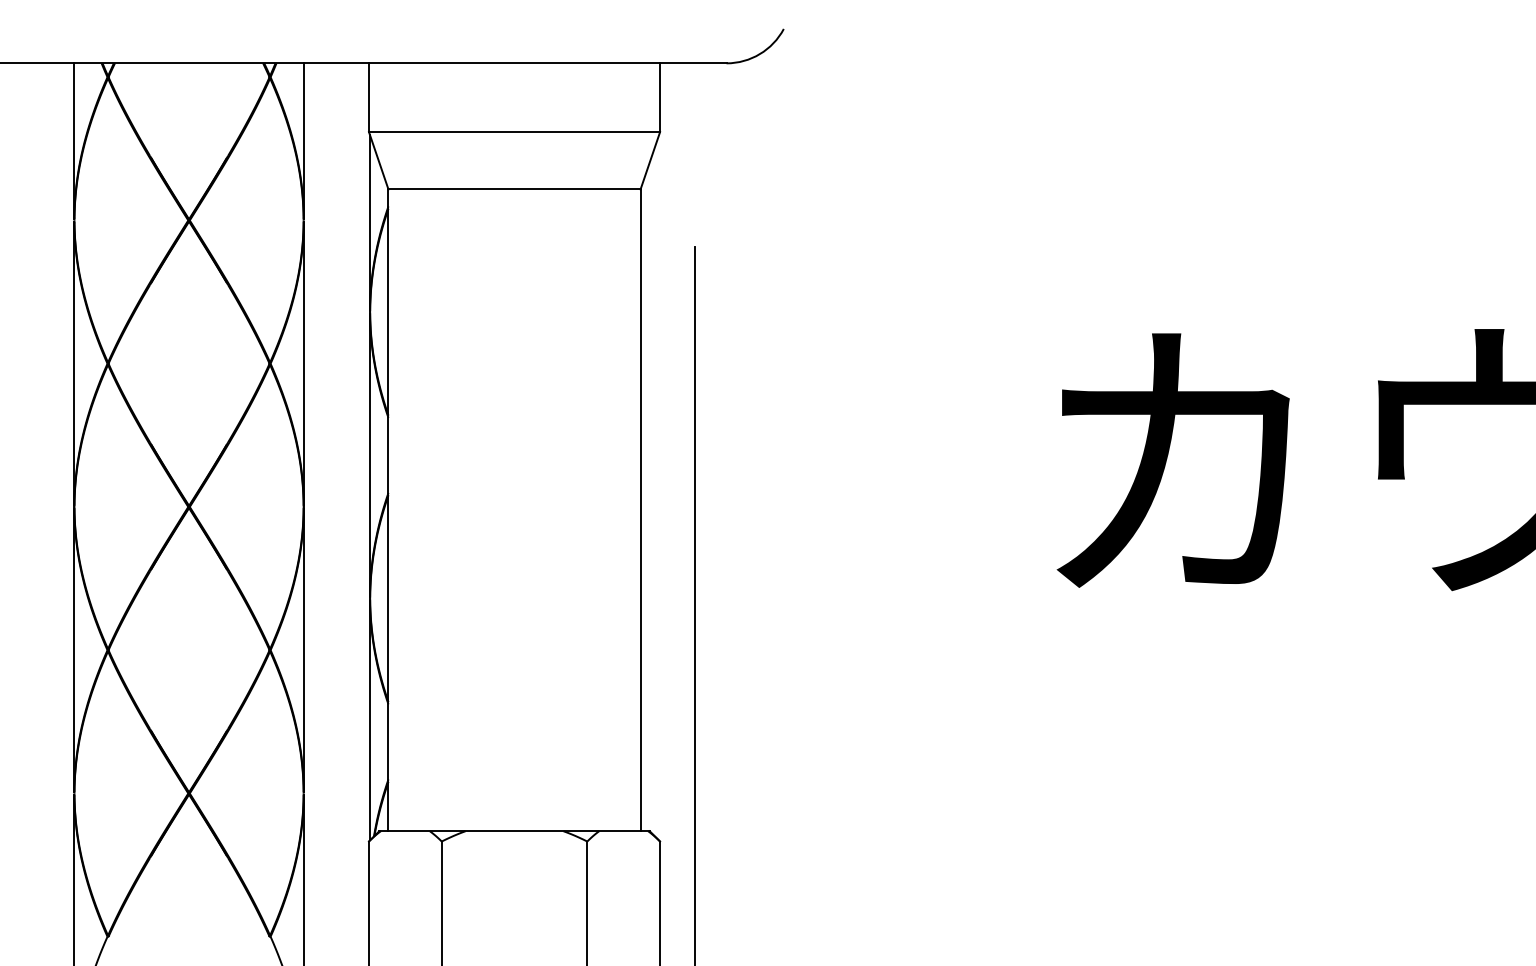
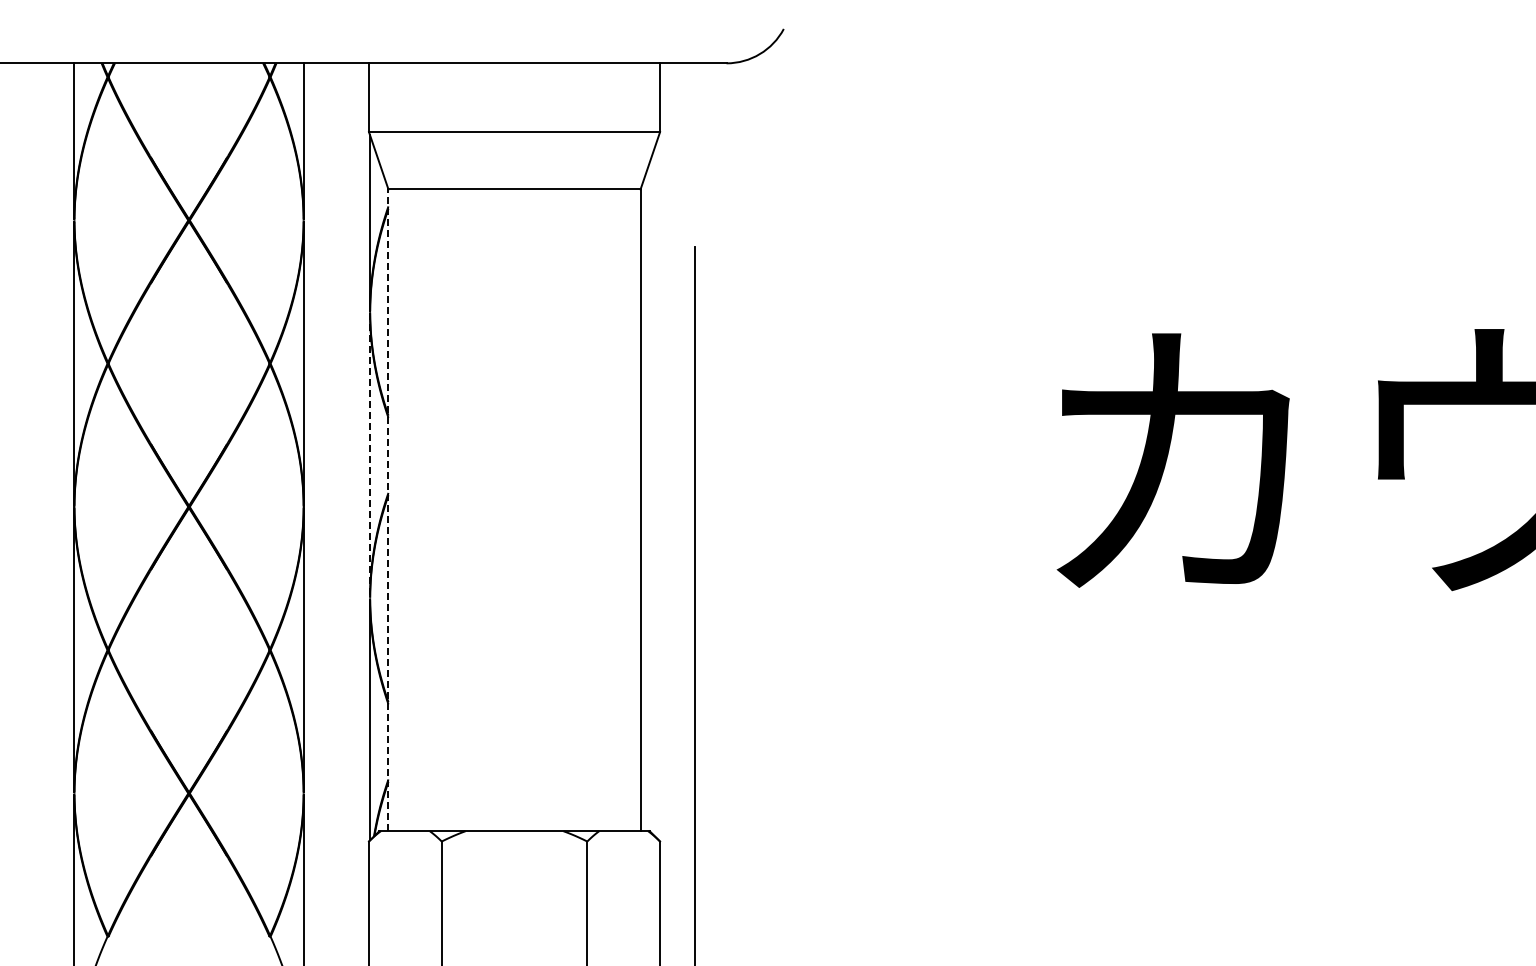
line at (370, 455): solid -> dashed
line at (388, 510): solid -> dashed
